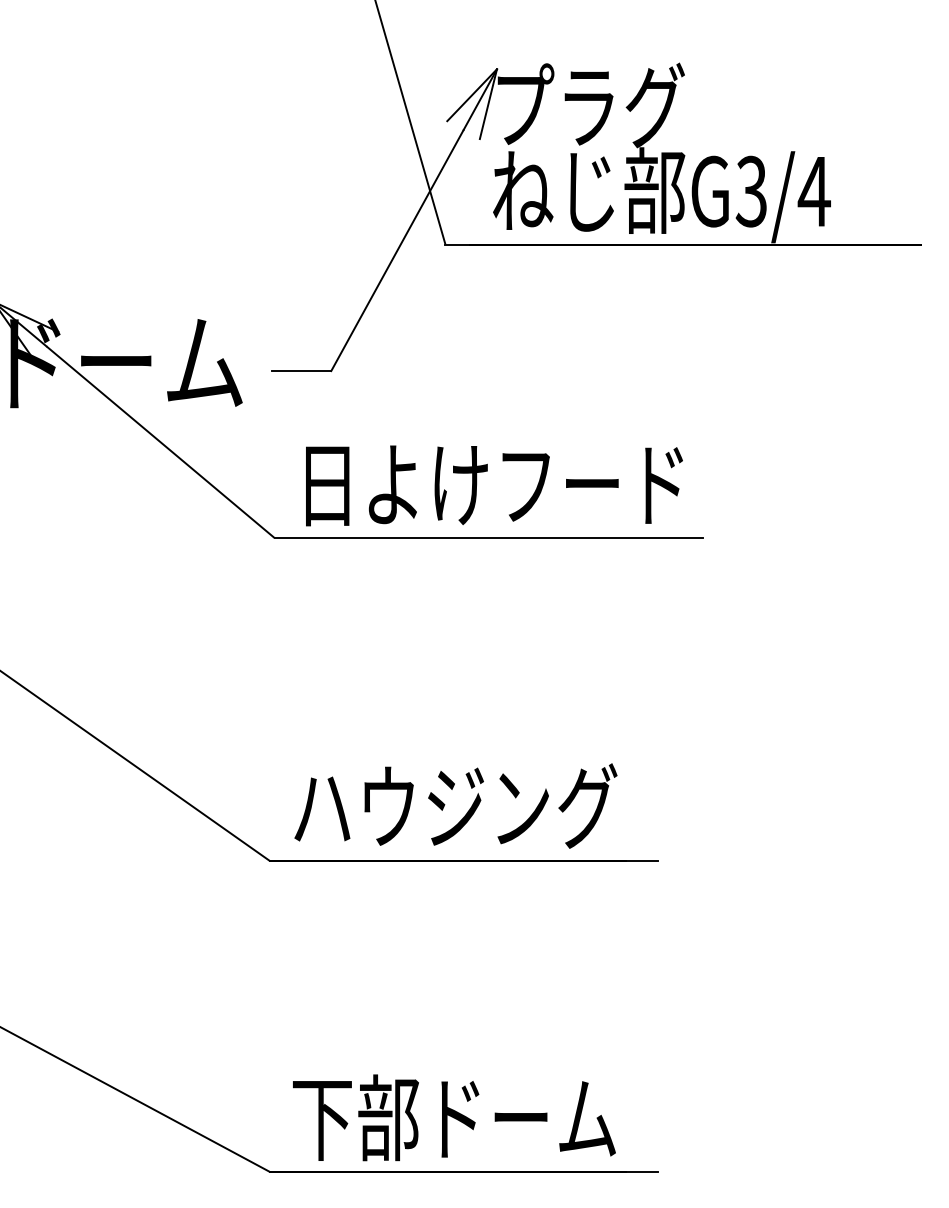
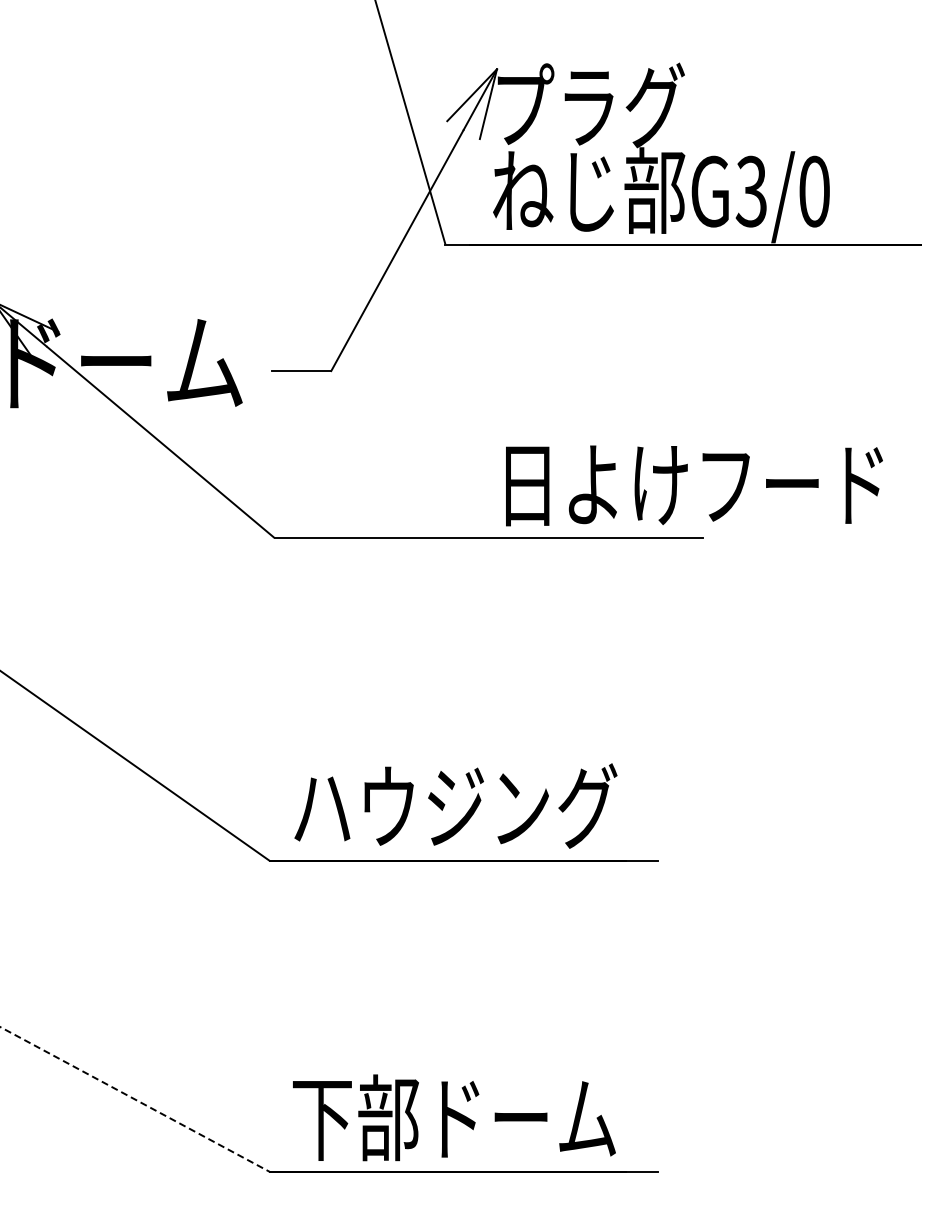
text at (813, 191): G3/4 -> G3/0
text at (494, 485) position: (494, 485) -> (694, 485)
line at (134, 1099): solid -> dashed
